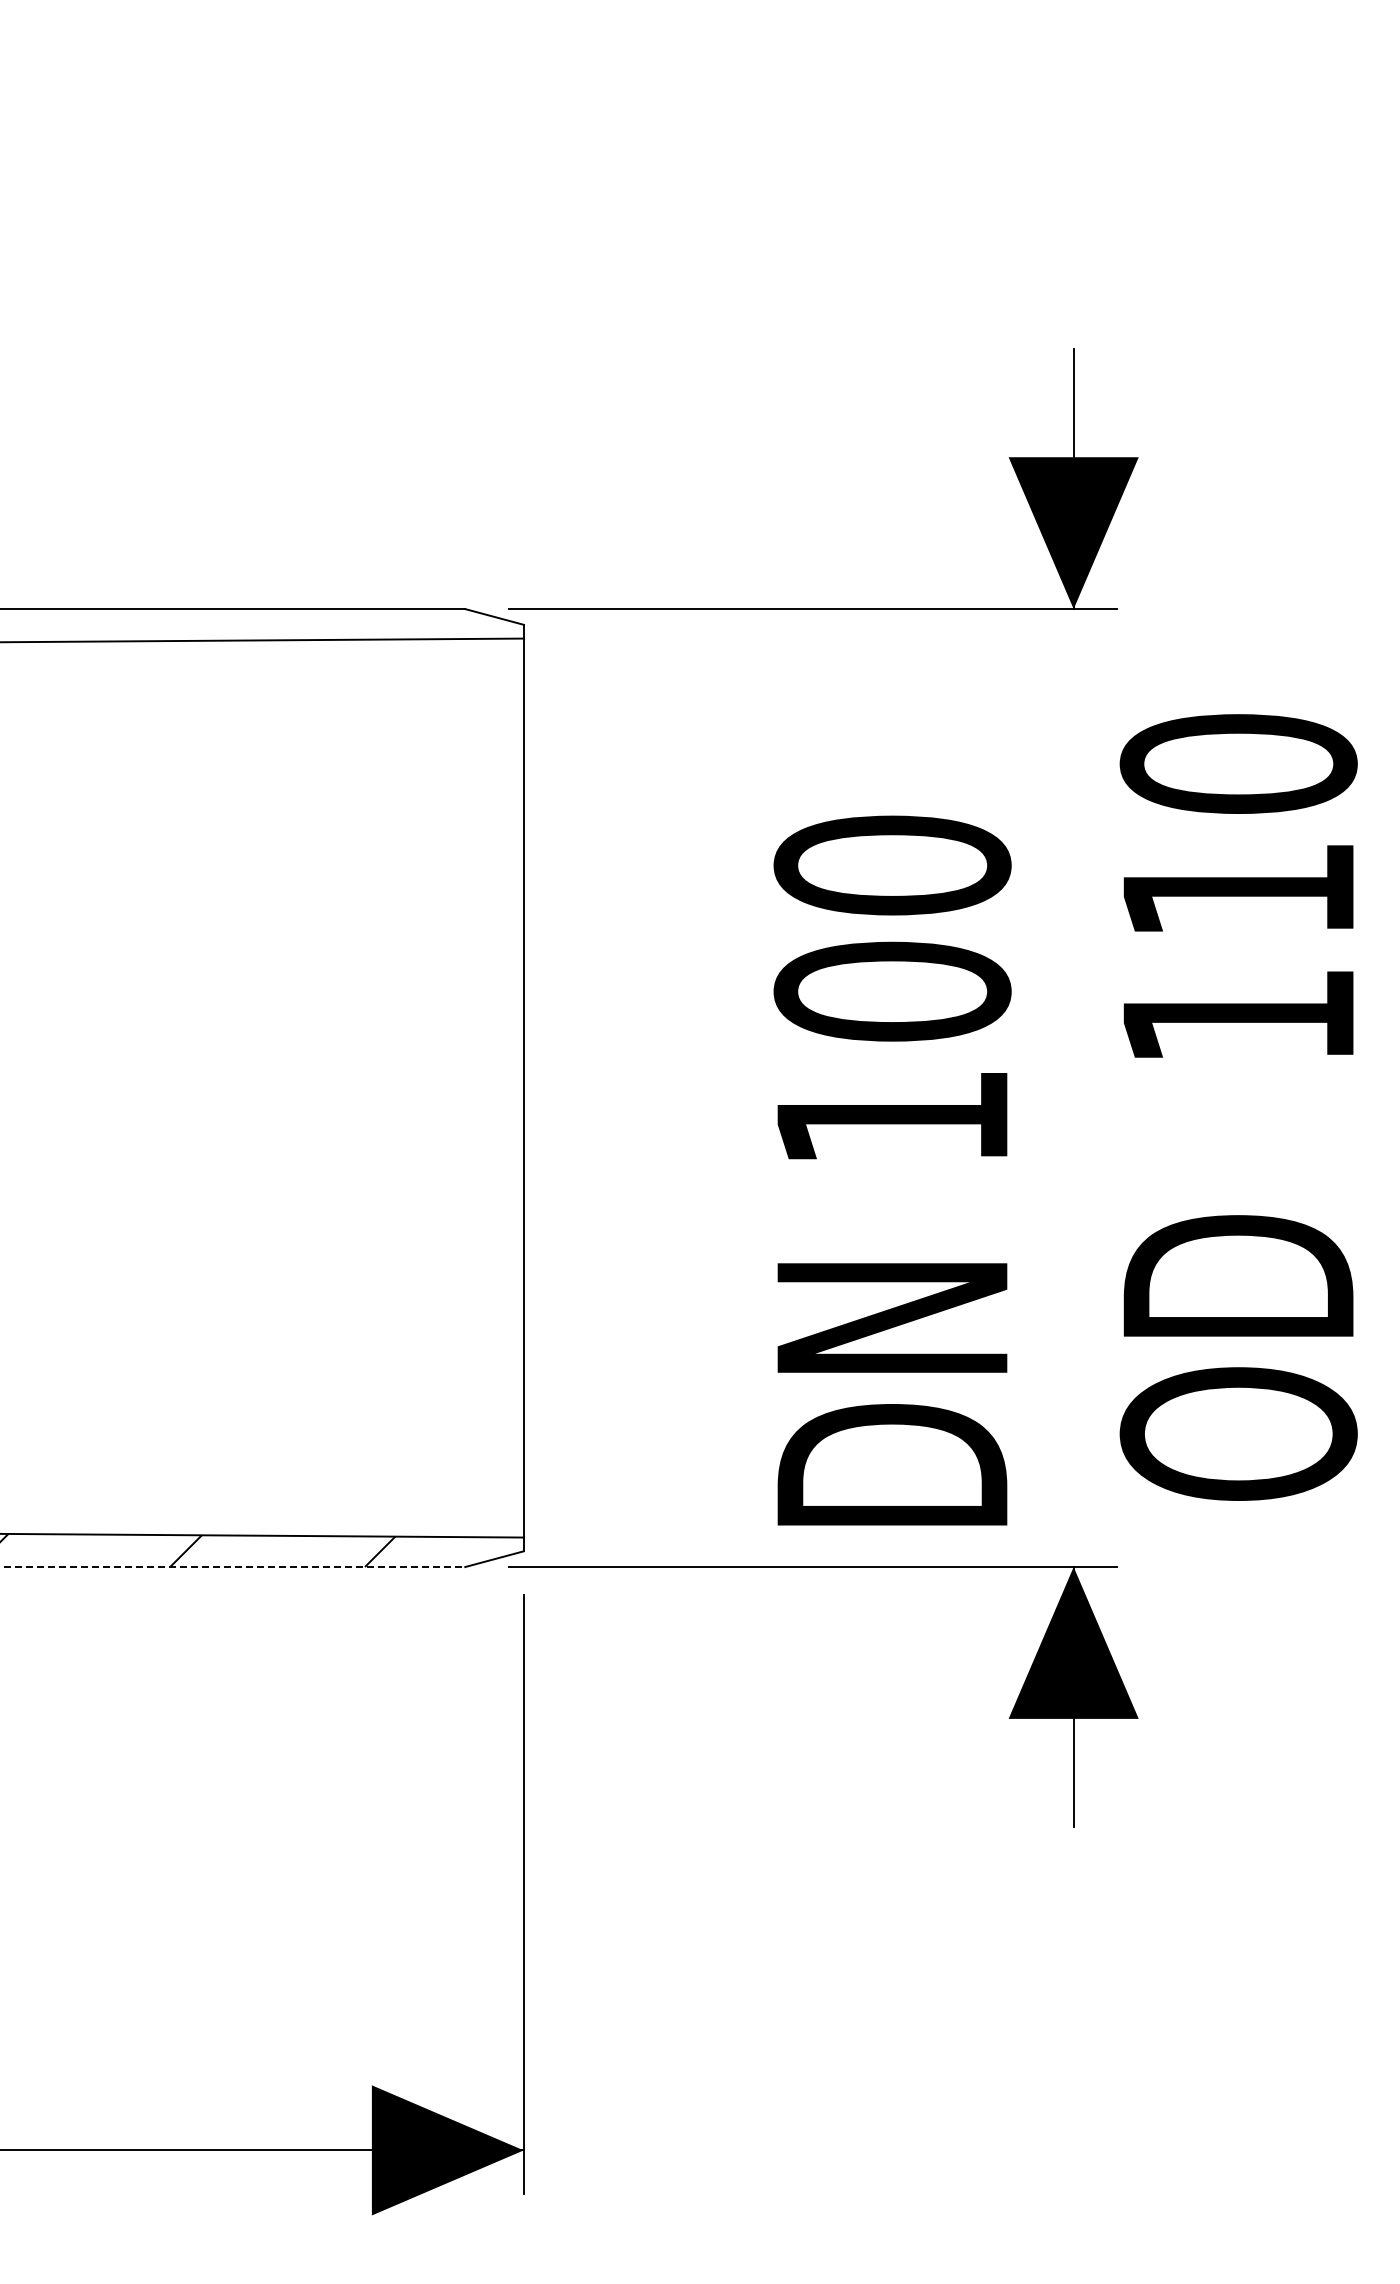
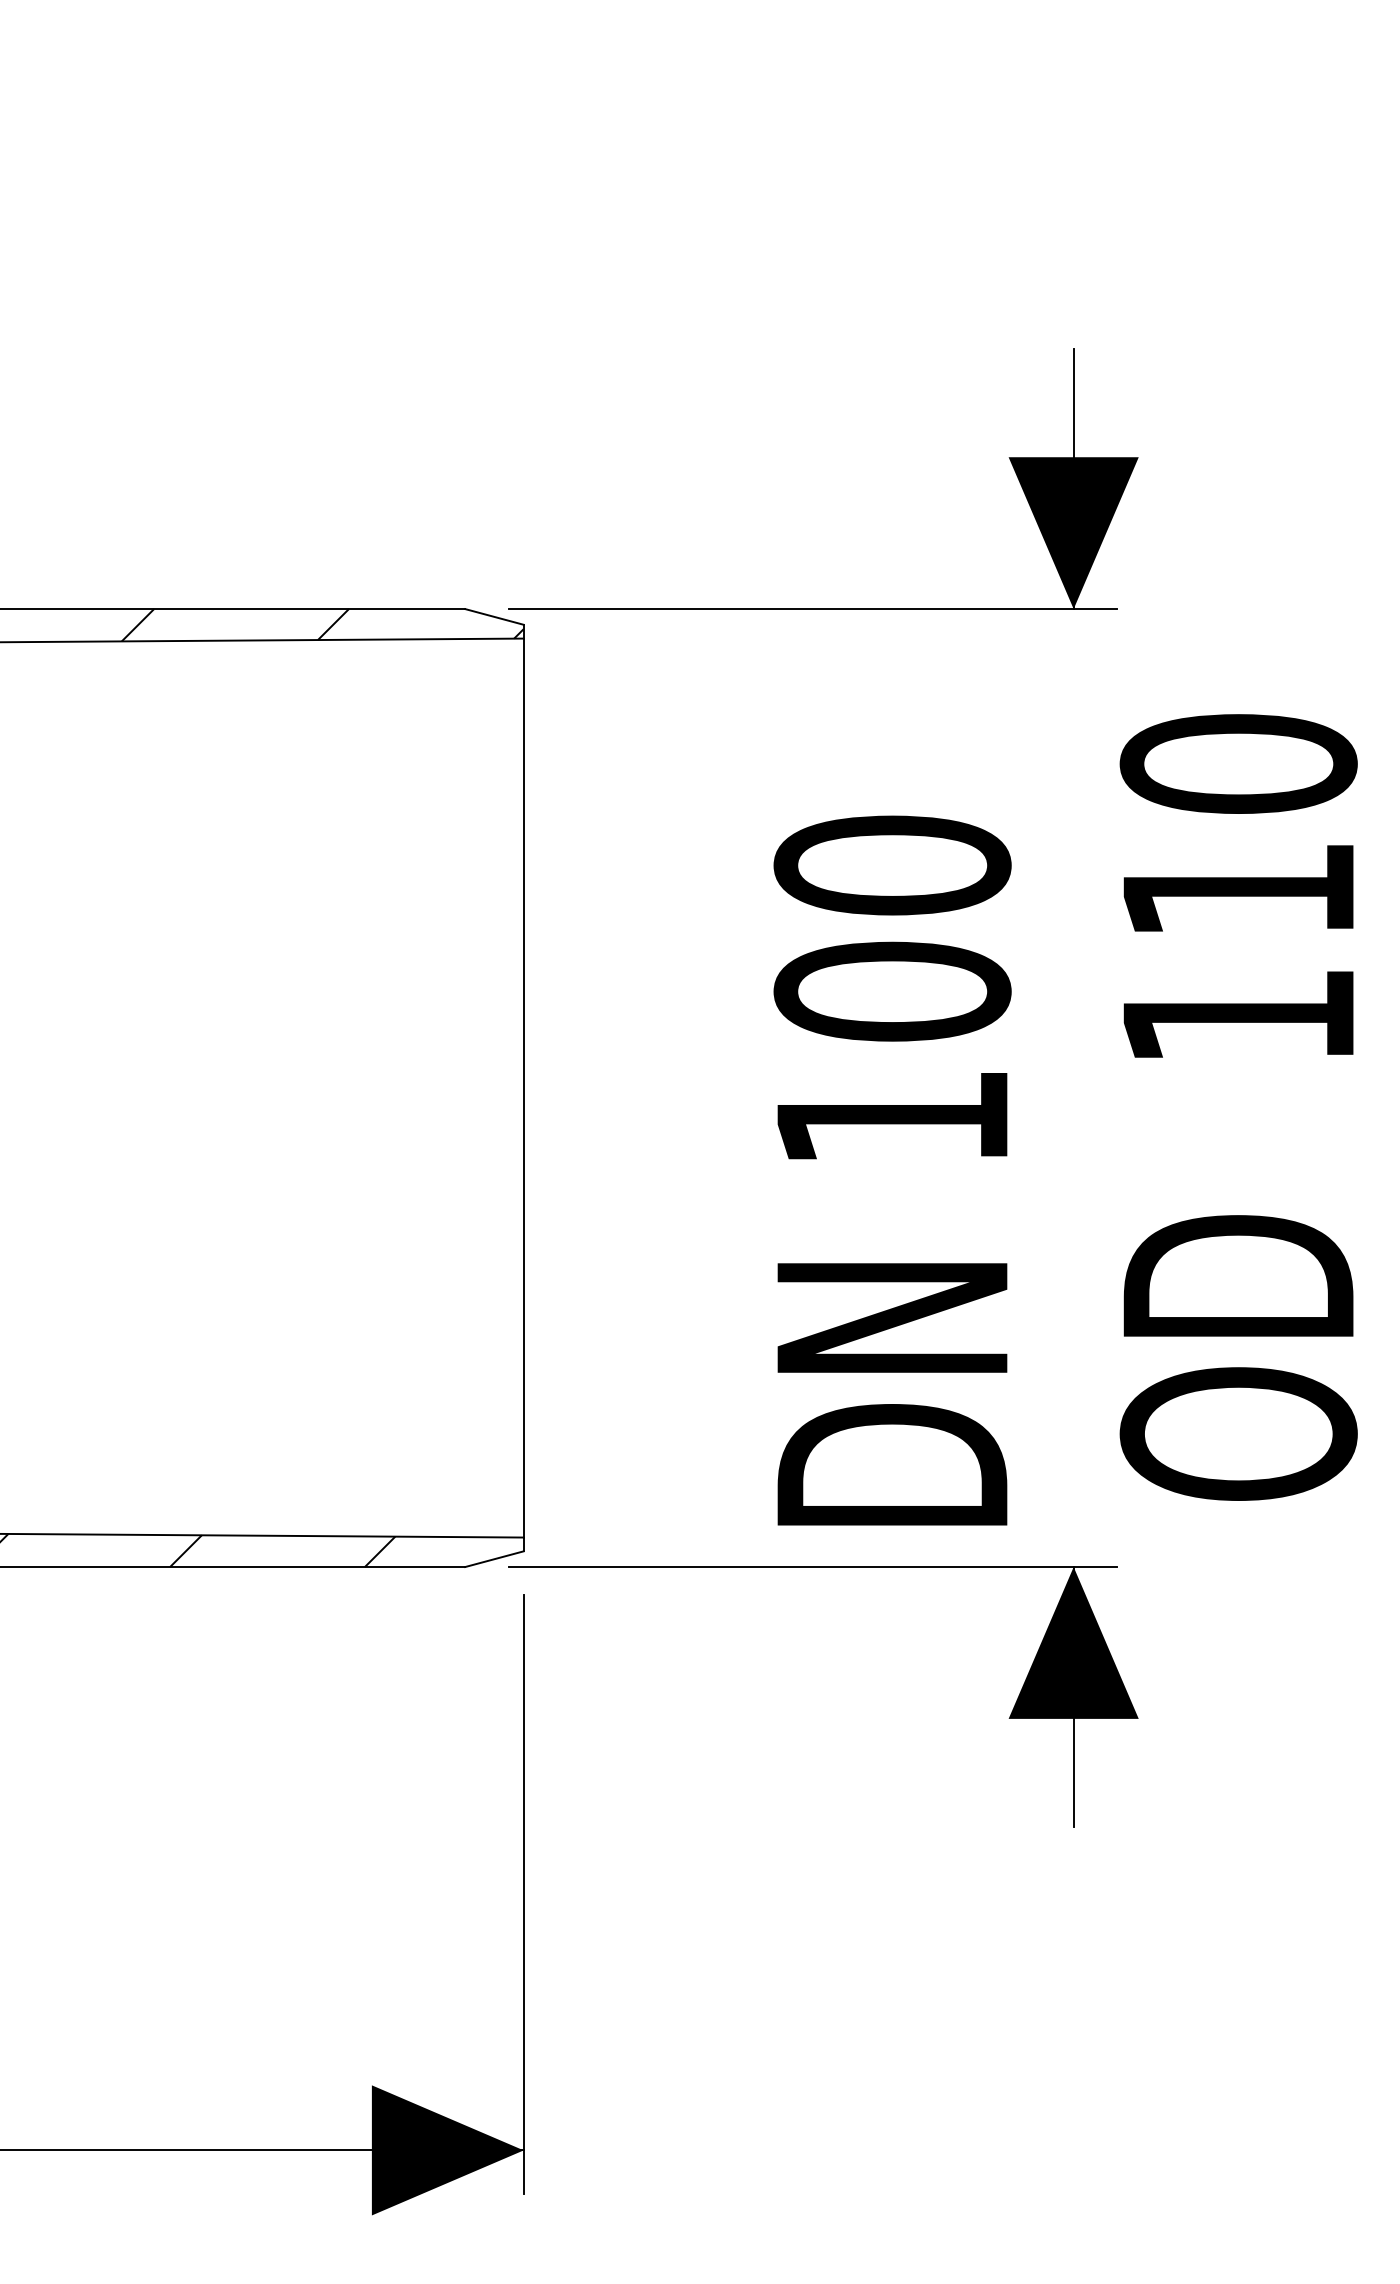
hatch at (322, 625): none -> present
line at (233, 1567): dashed -> solid
